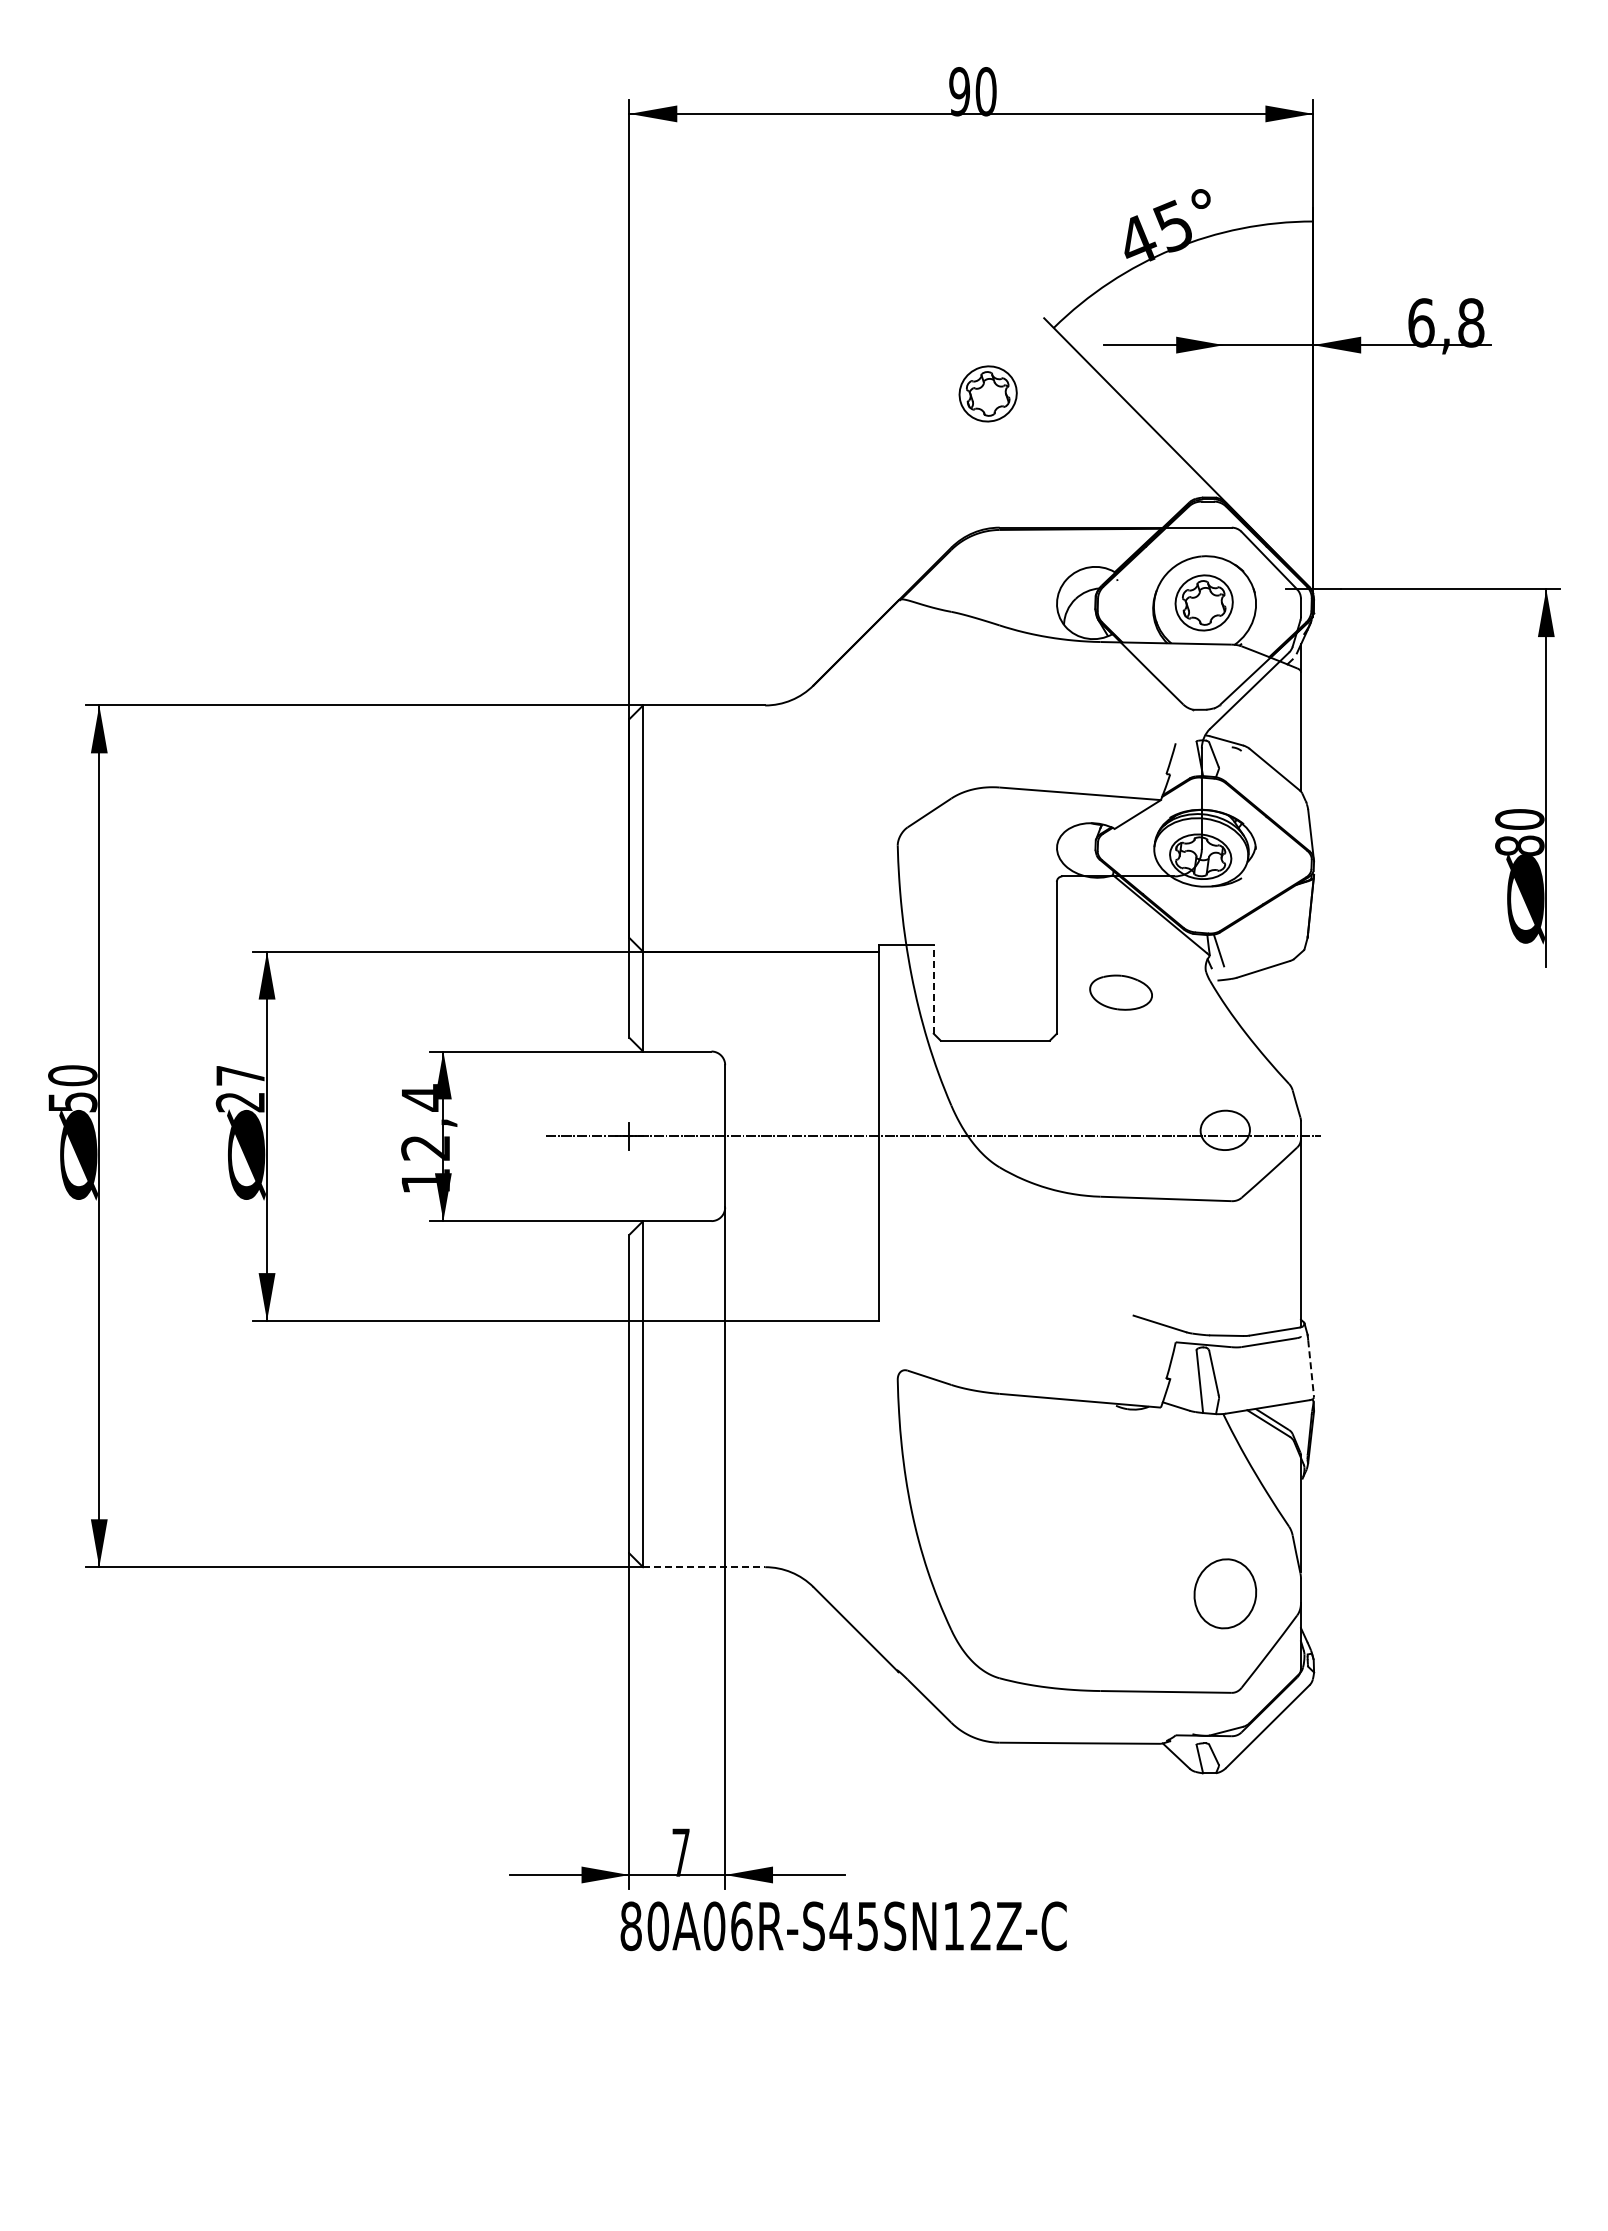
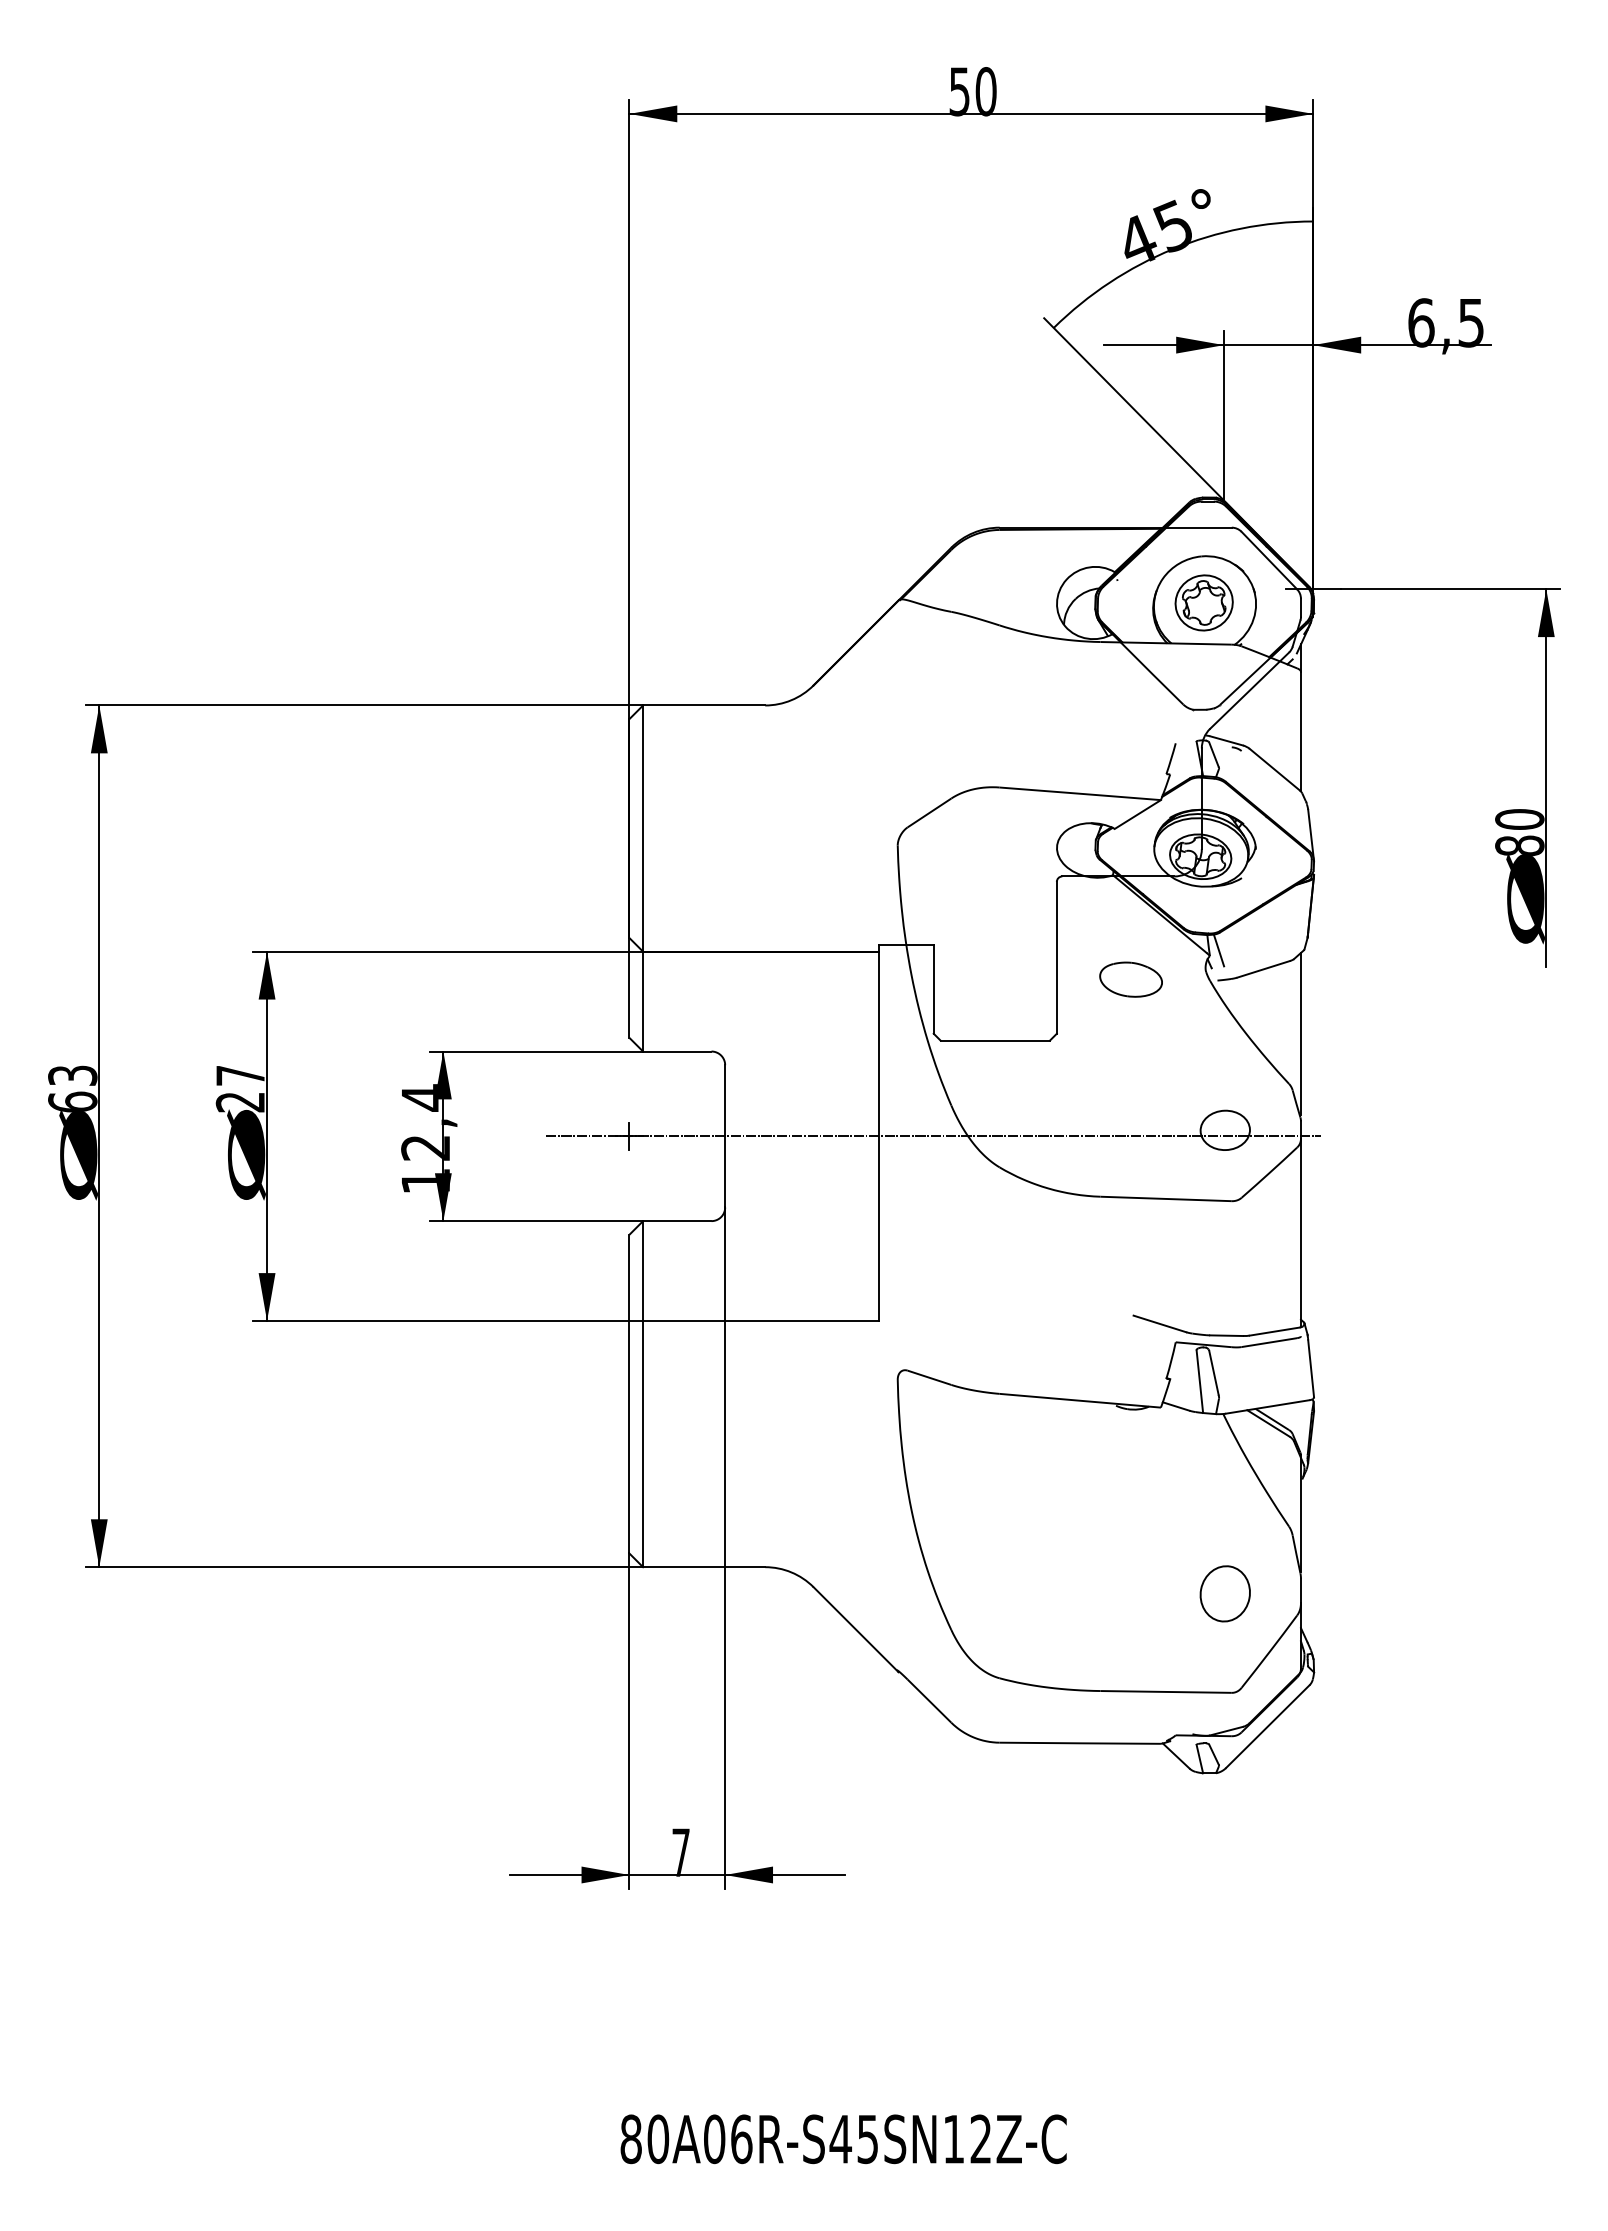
text at (959, 91): 90 -> 50
text at (1471, 322): 6,8 -> 6,5
part at (987, 393): present -> none
line at (1224, 416): none -> present
line at (933, 988): dashed -> solid
part at (1120, 992) position: (1120, 992) -> (1130, 979)
line at (1300, 1033): none -> present
text at (72, 1088): 50 -> 63
line at (1311, 1368): dashed -> solid
line at (704, 1567): dashed -> solid
part at (1225, 1593) size: 65x72 px -> 52x58 px
text at (843, 1926) position: (843, 1926) -> (843, 2139)
